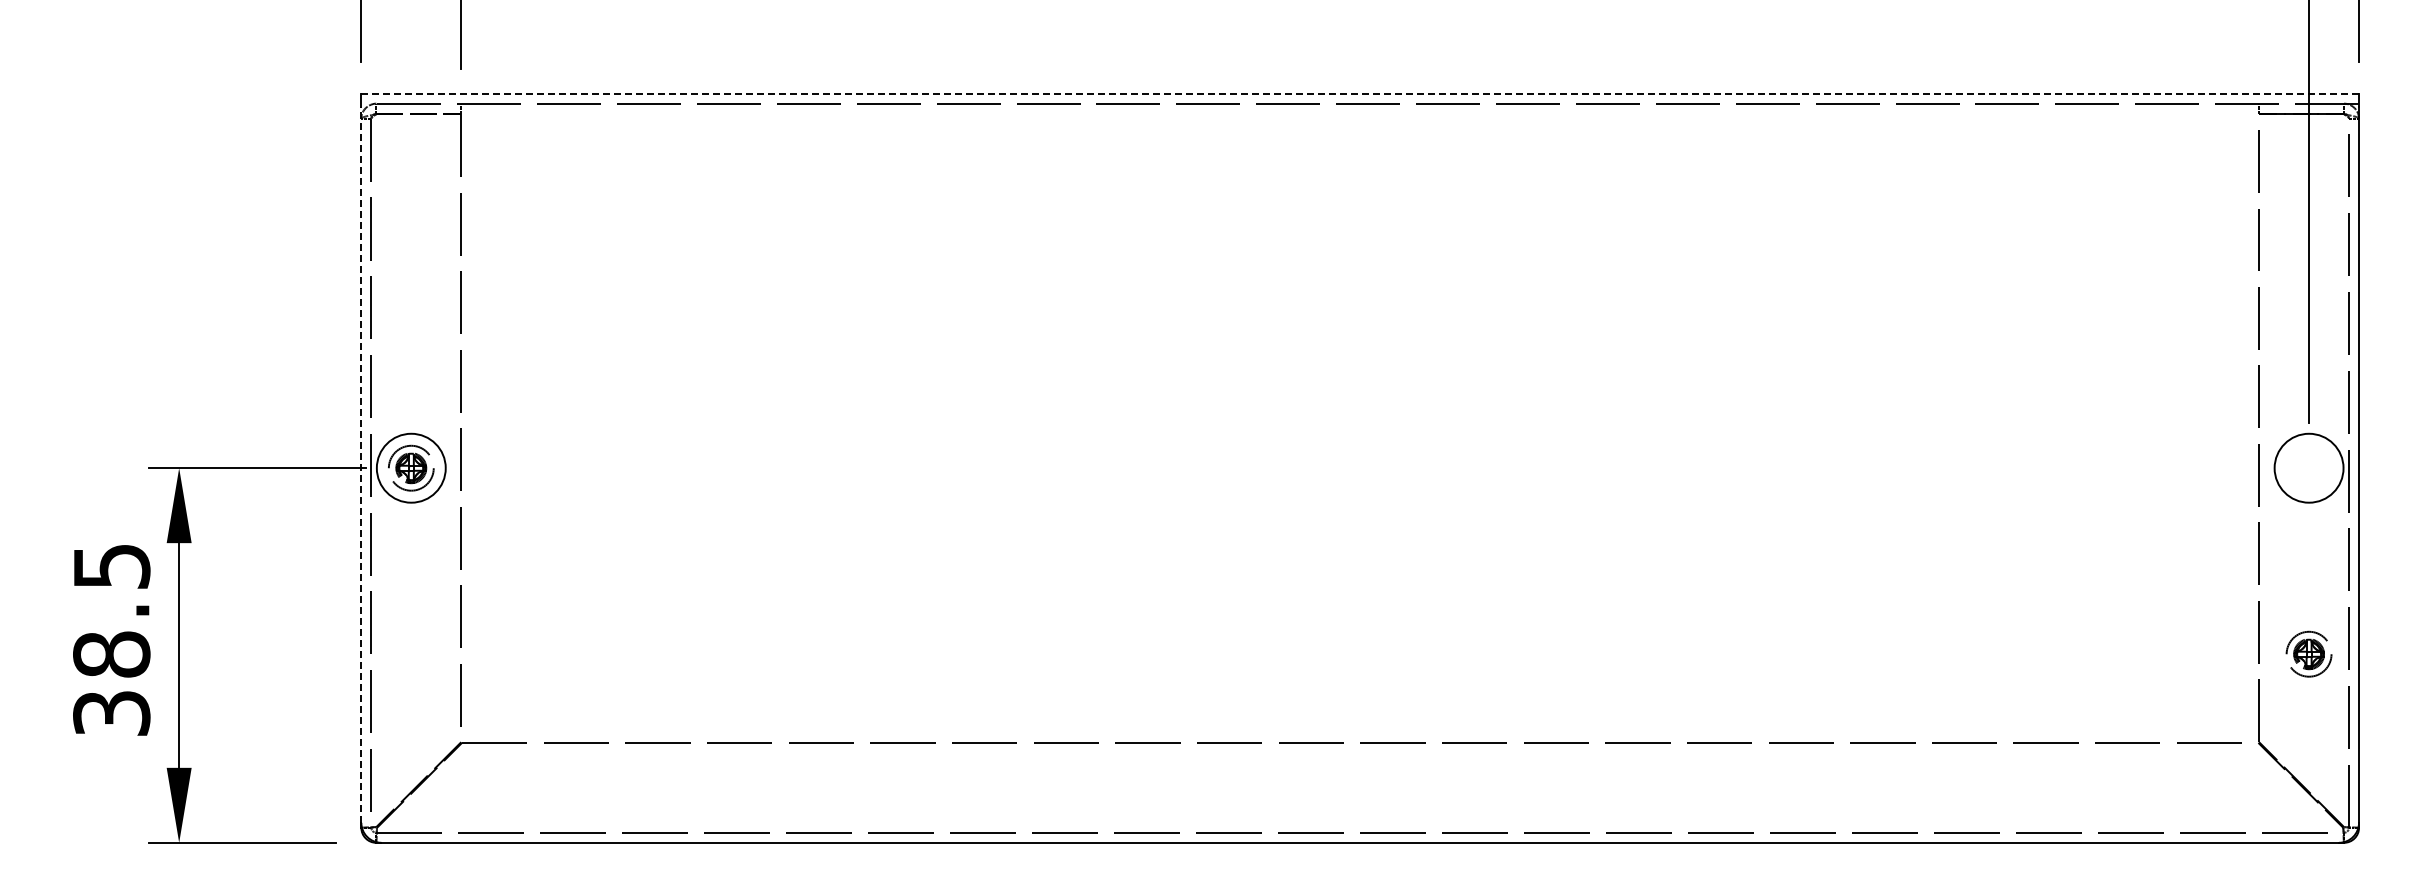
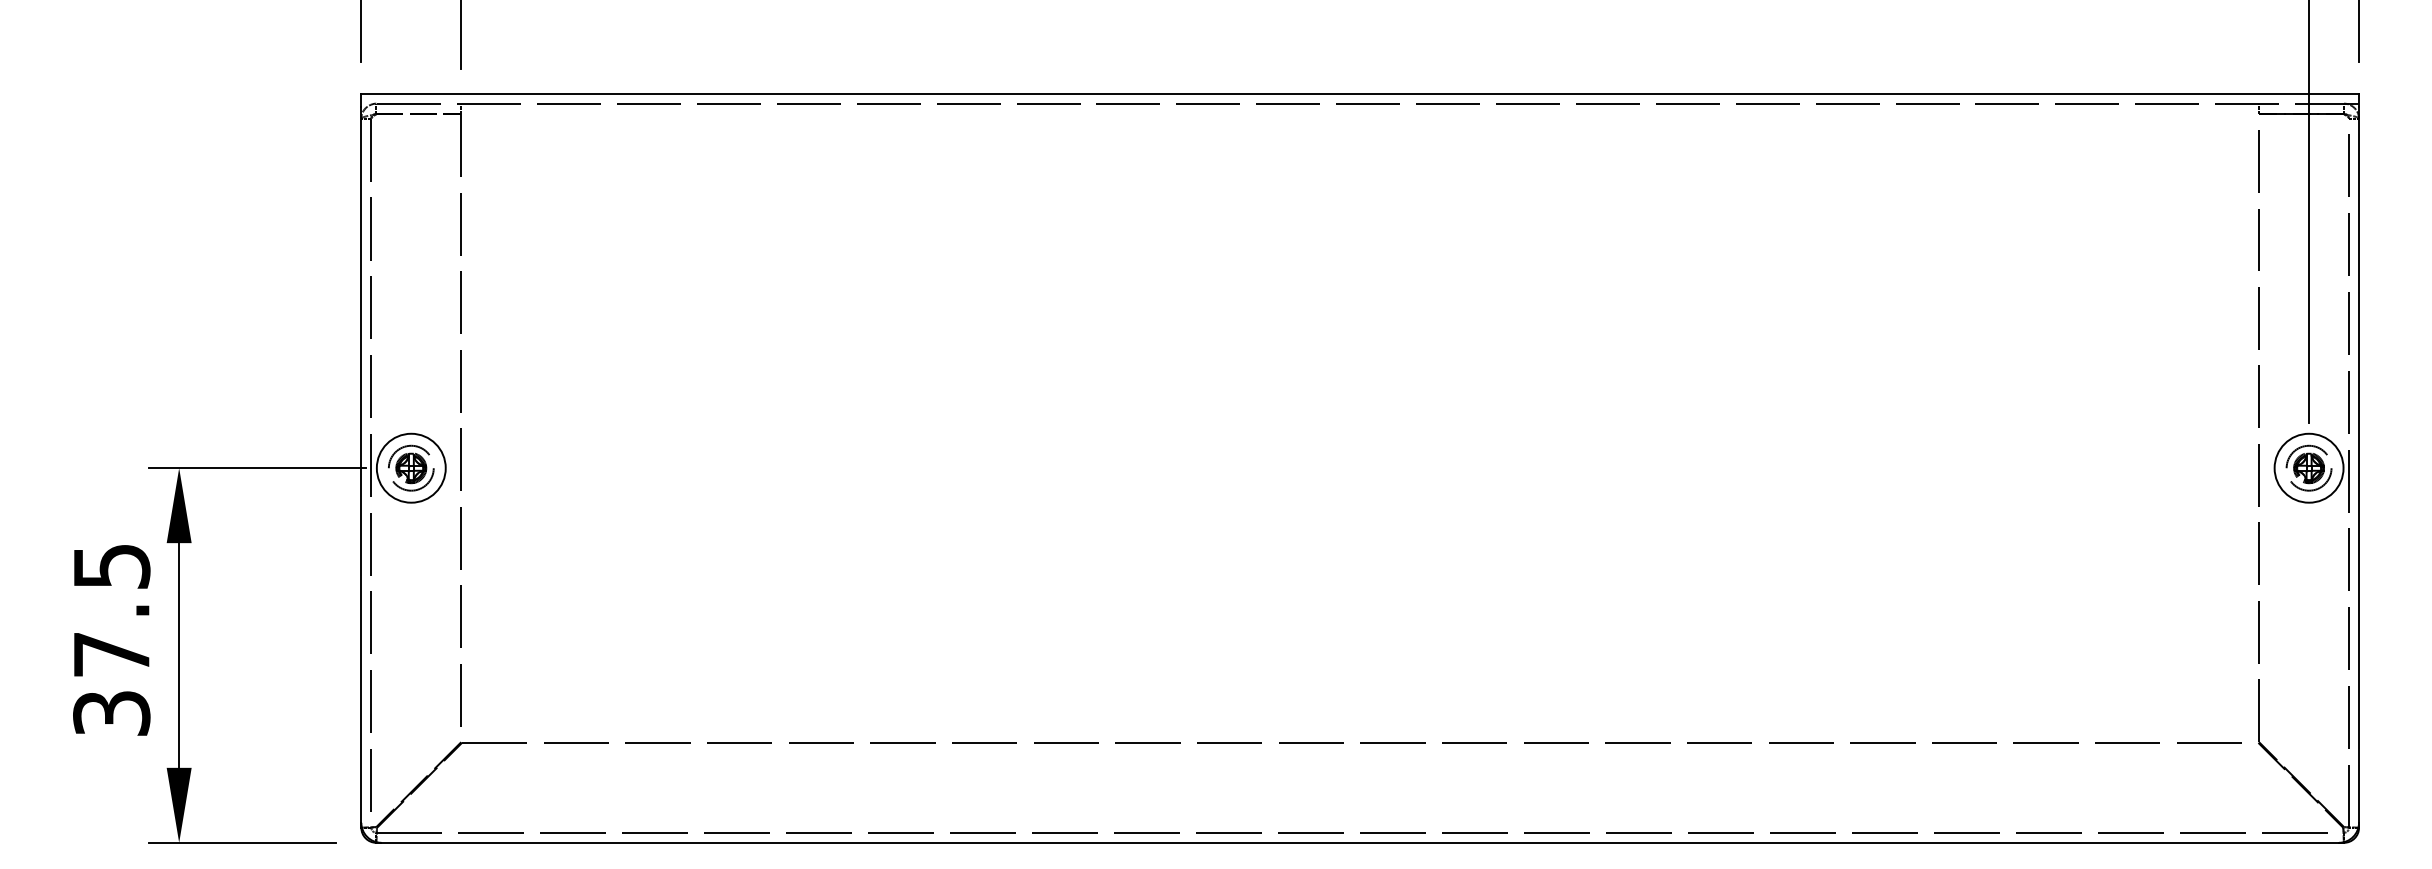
line at (1360, 93): dashed -> solid
line at (361, 464): dashed -> solid
part at (2308, 653) position: (2308, 653) -> (2308, 467)
text at (111, 654): 38.5 -> 37.5
